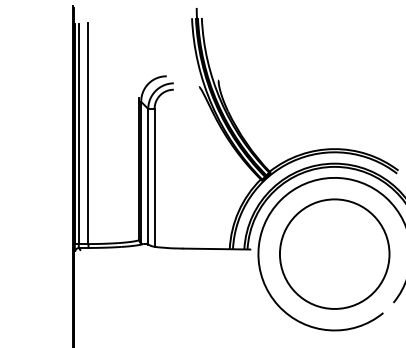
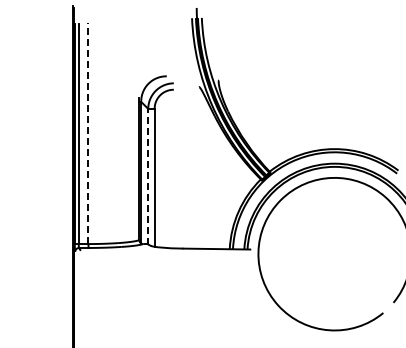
line at (88, 133): solid -> dashed
line at (148, 176): solid -> dashed
circle at (334, 253): present -> none
